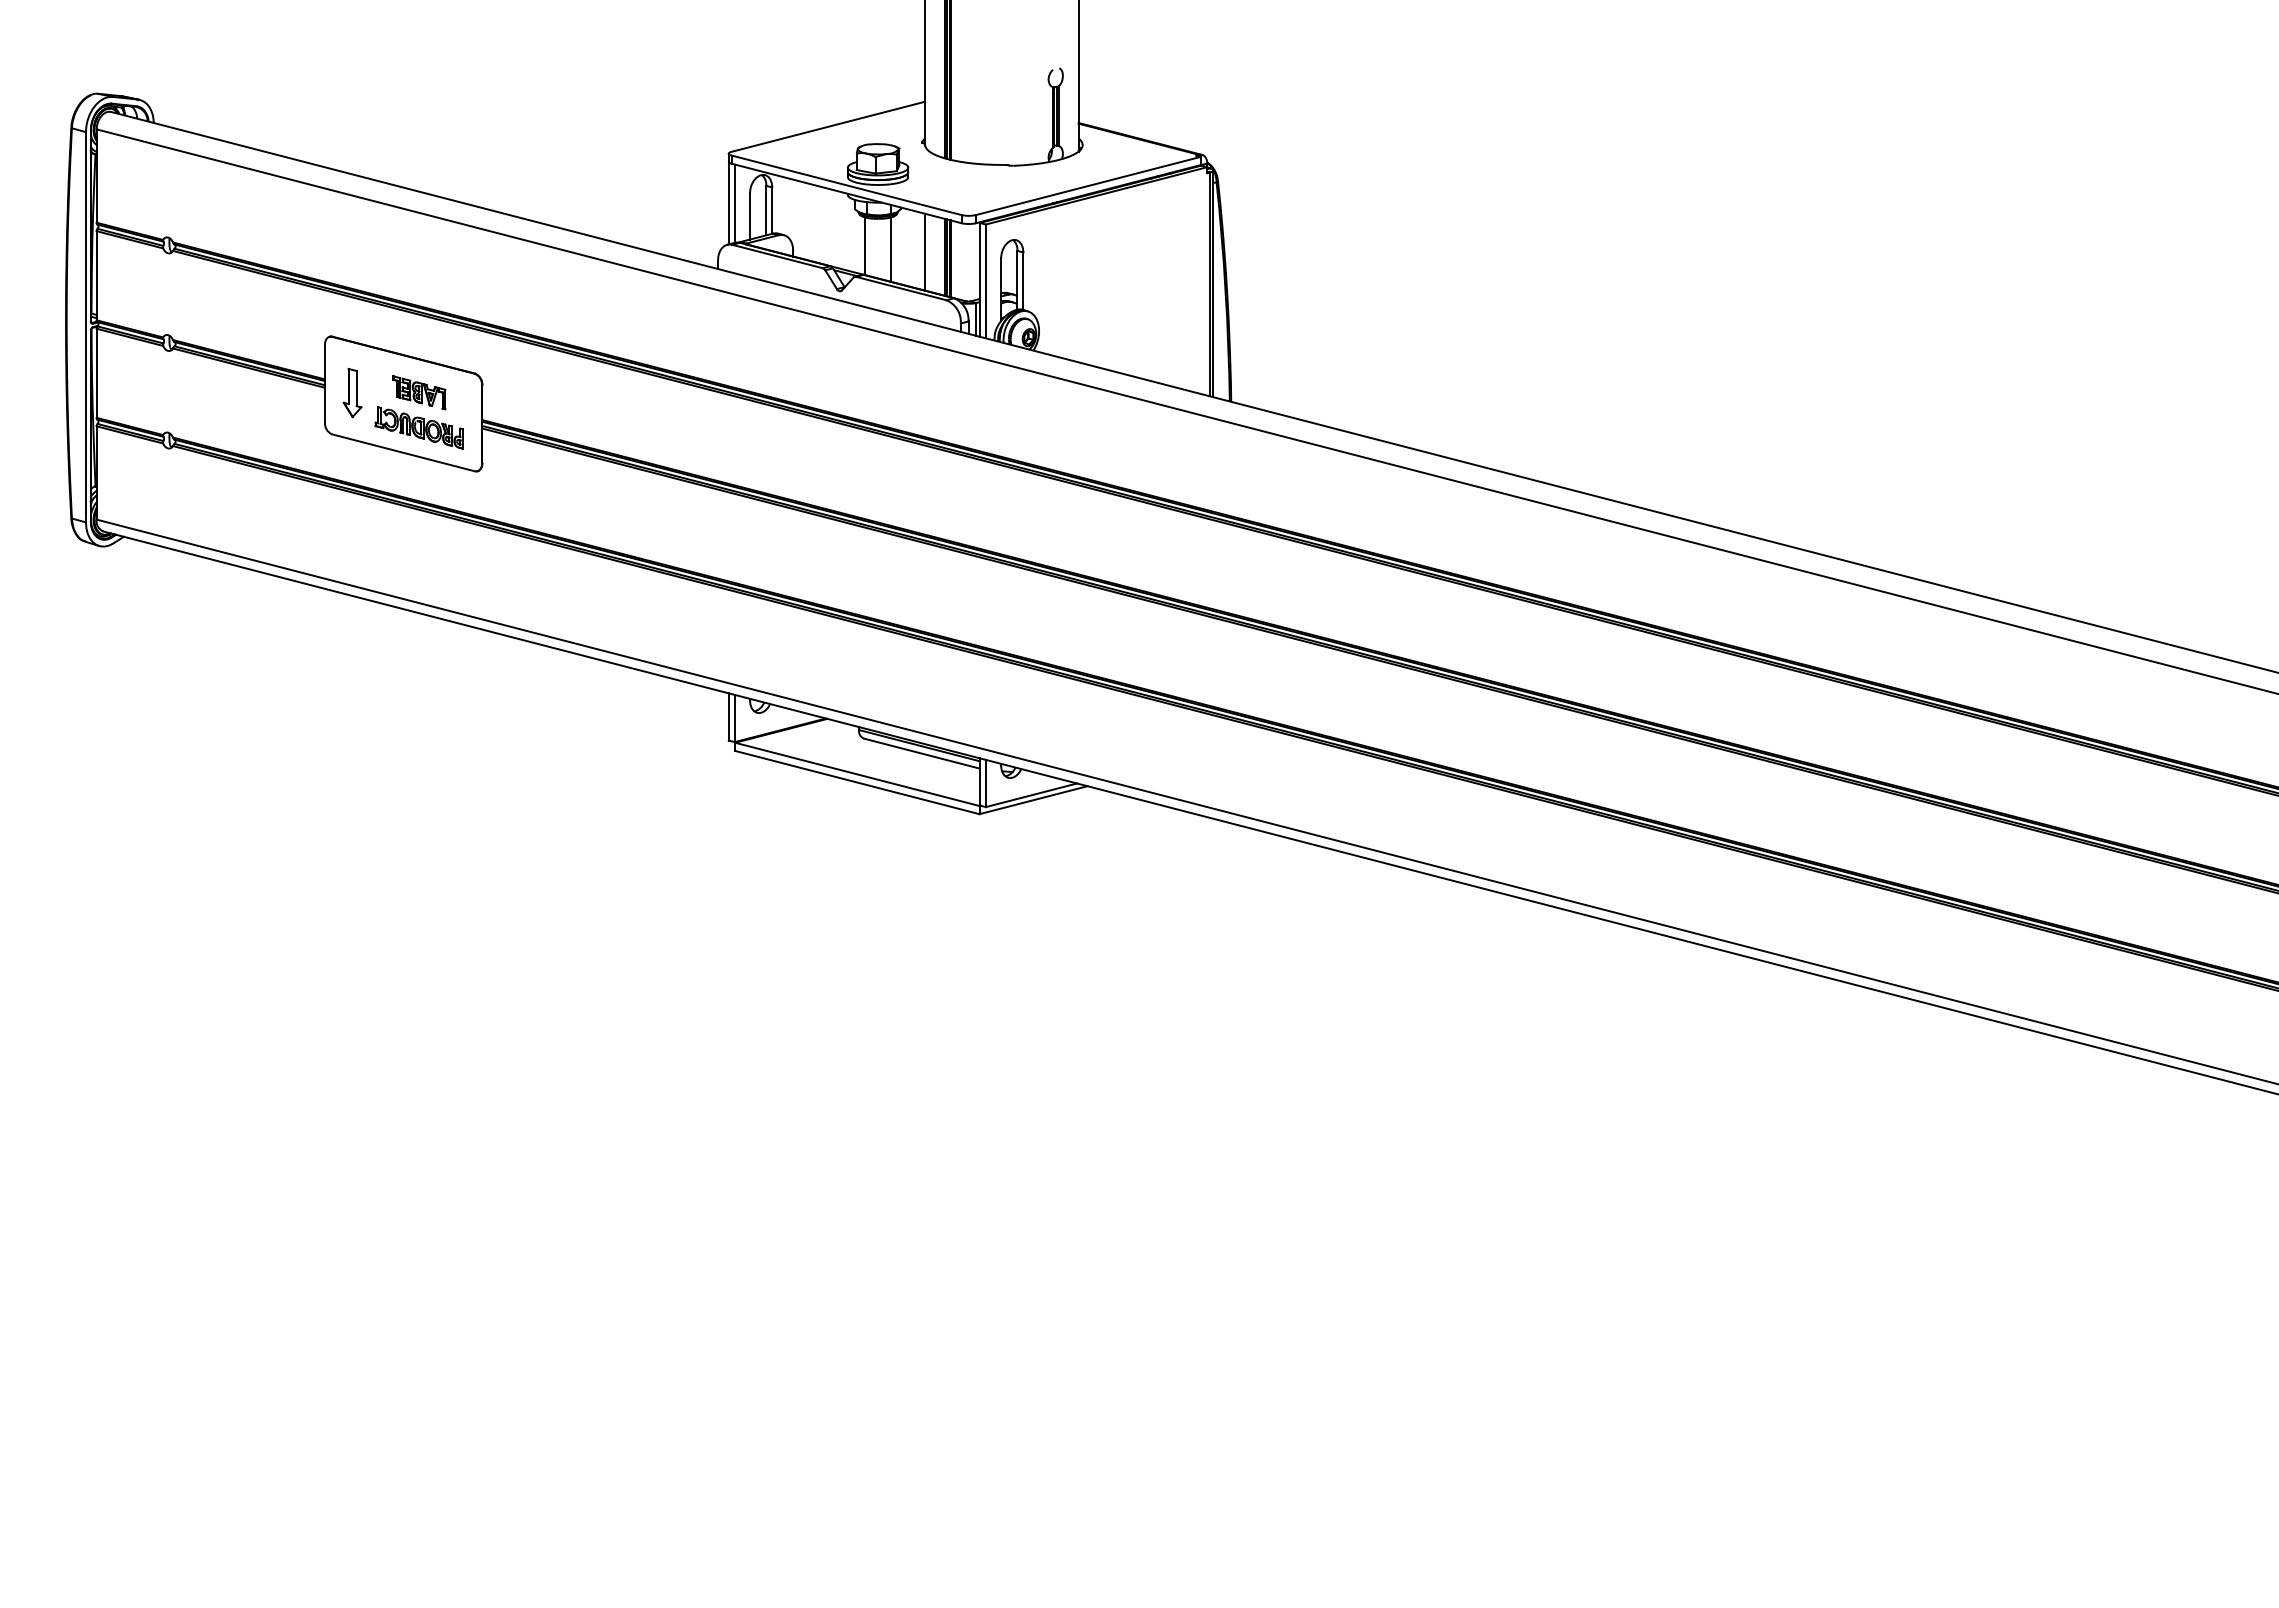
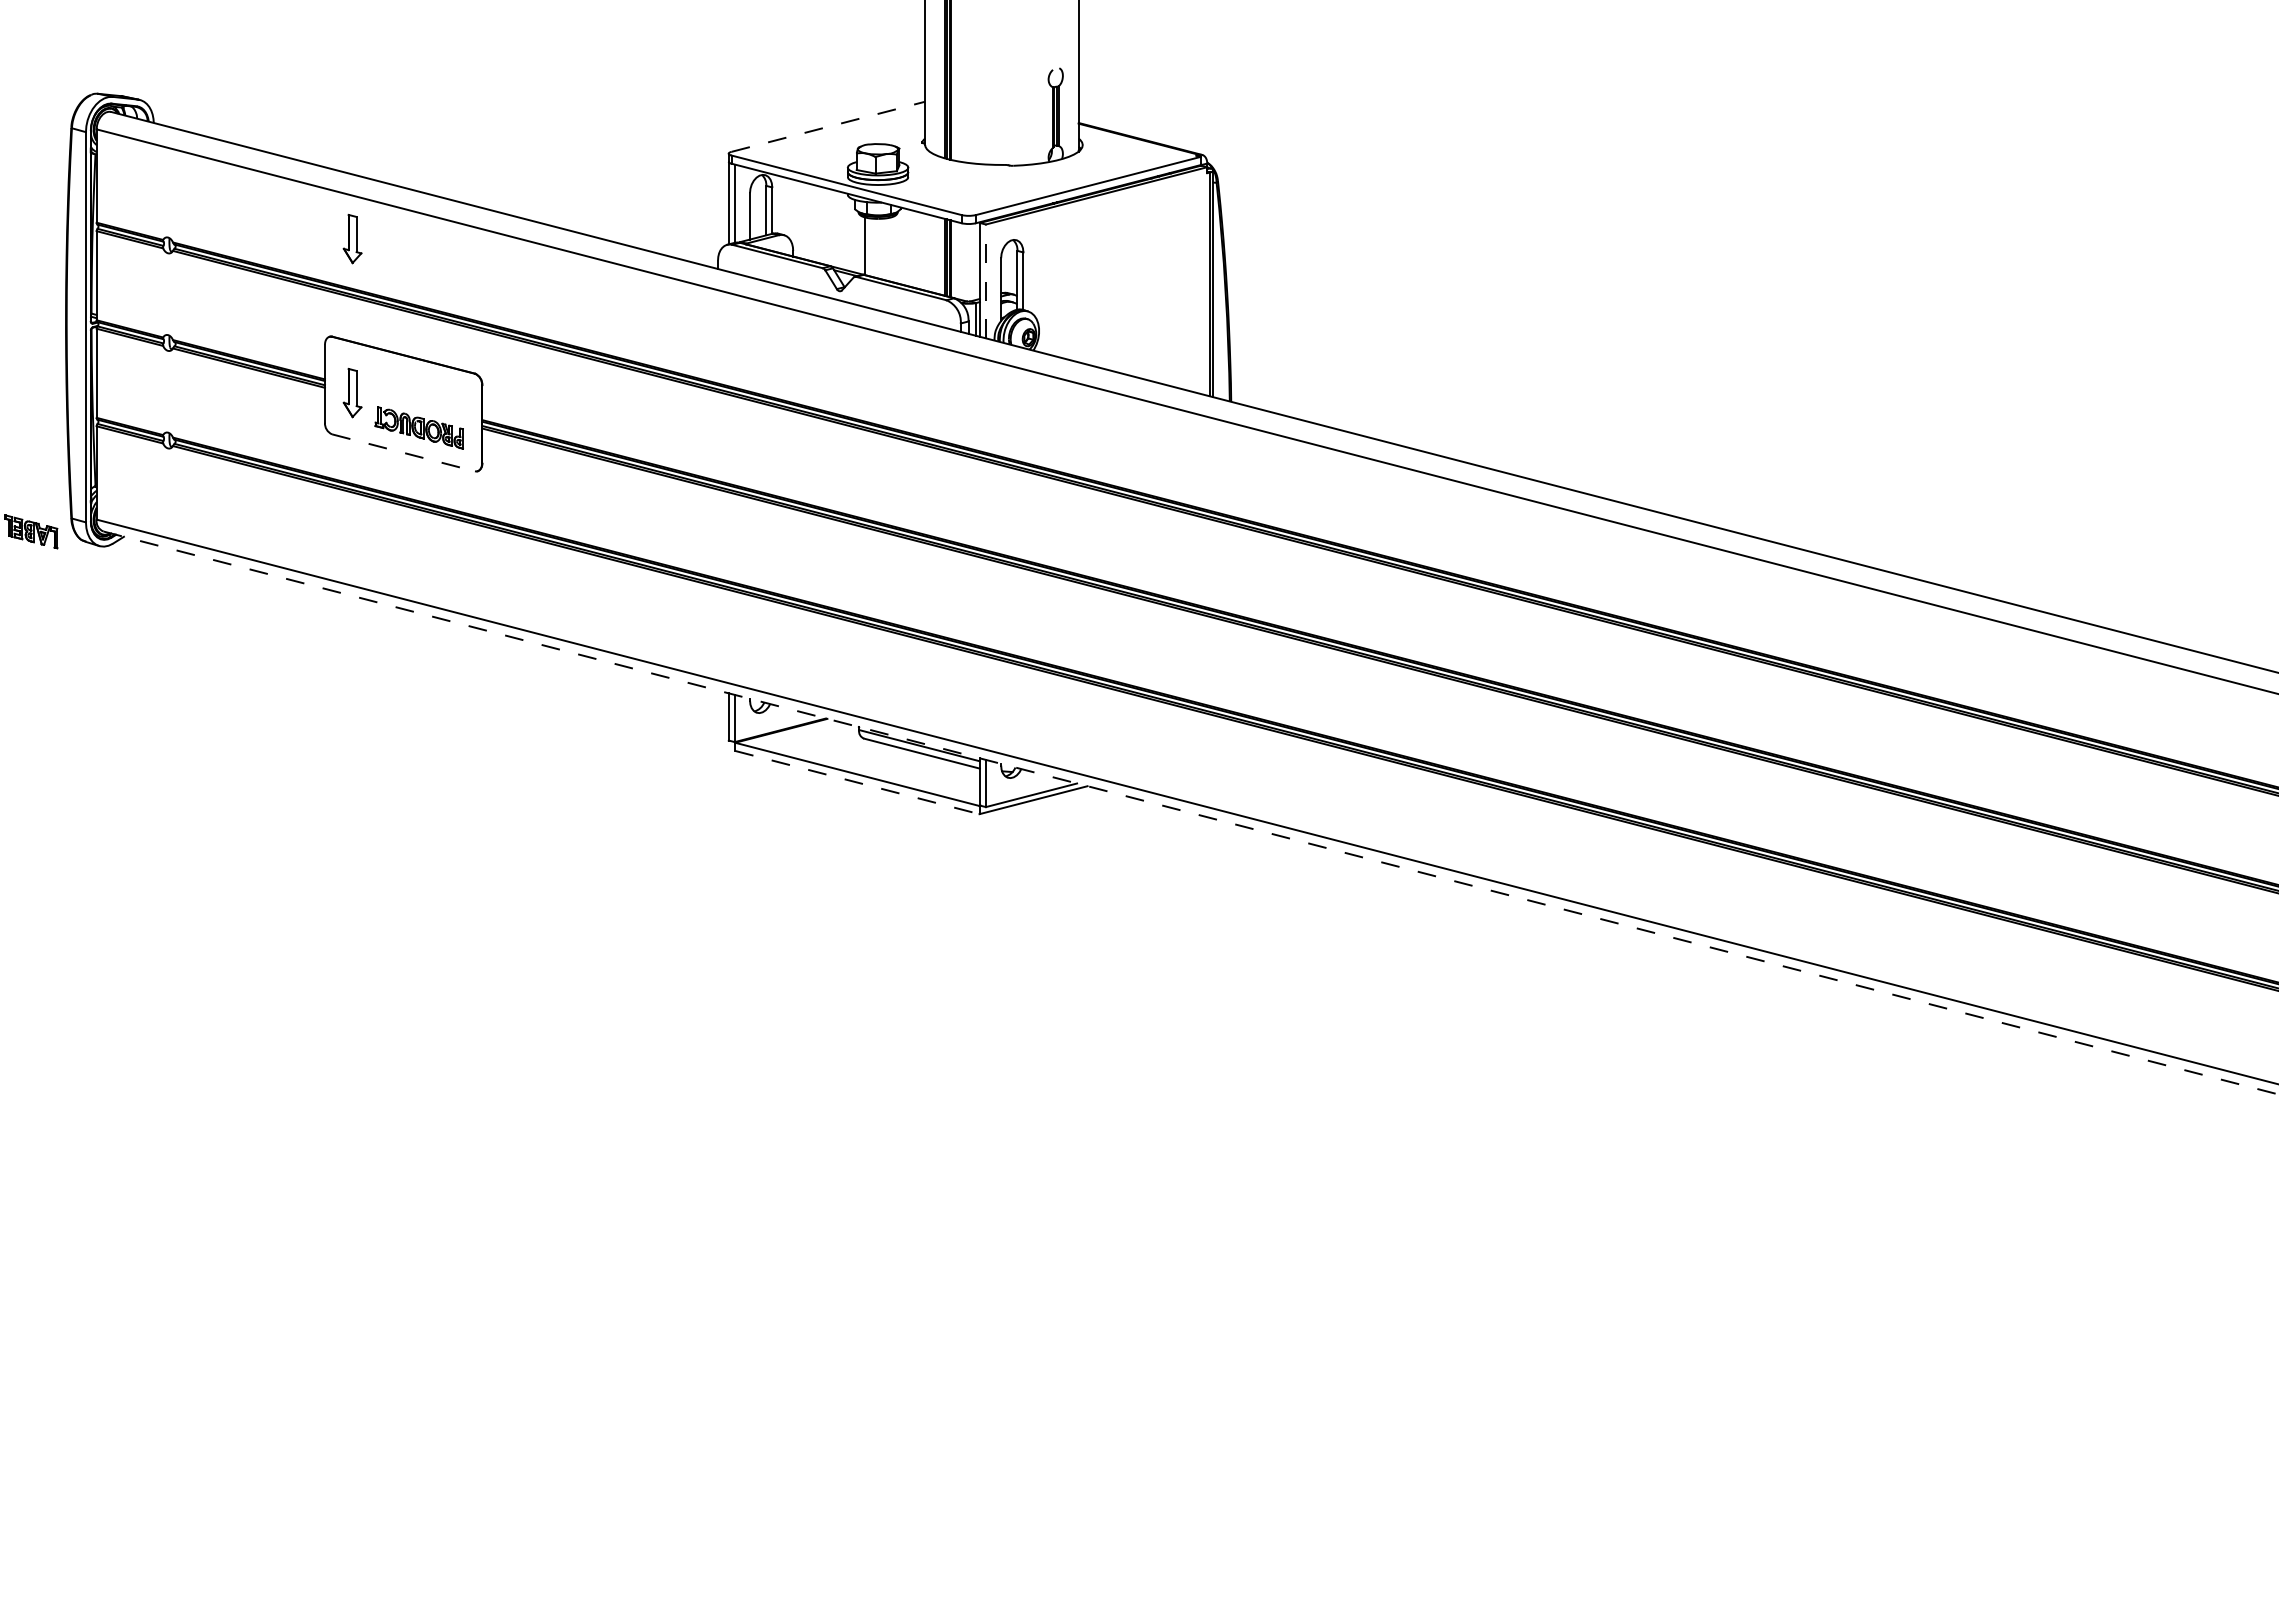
line at (828, 126): solid -> dashed
part at (352, 239): none -> present
line at (890, 249): present -> none
line at (925, 251): present -> none
line at (985, 281): solid -> dashed
part at (419, 392) position: (419, 392) -> (31, 531)
line at (403, 452): solid -> dashed
line at (857, 782): solid -> dashed
line at (1190, 812): solid -> dashed
